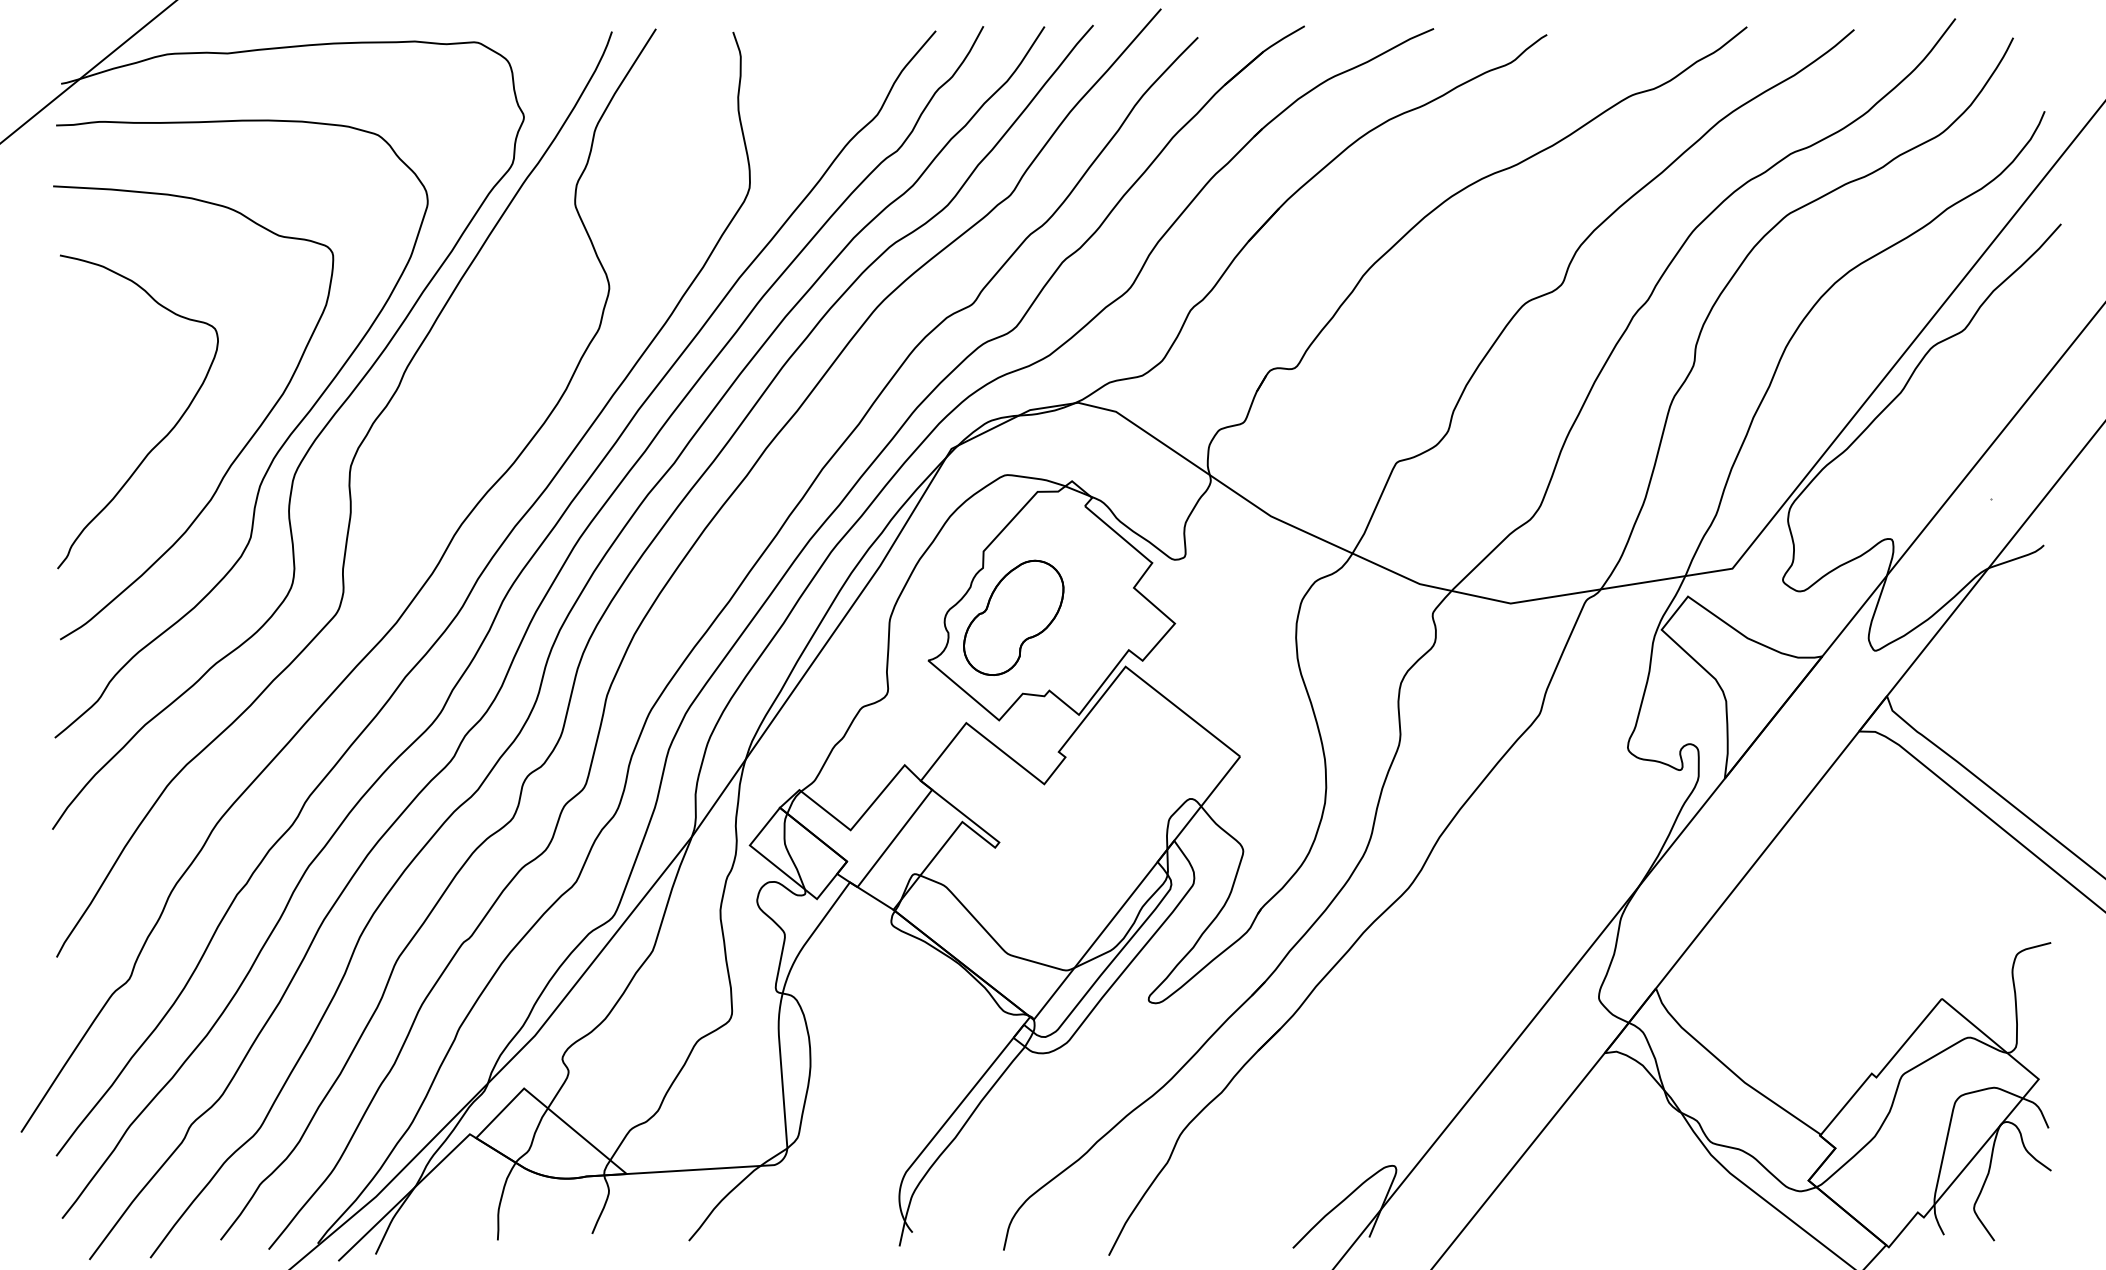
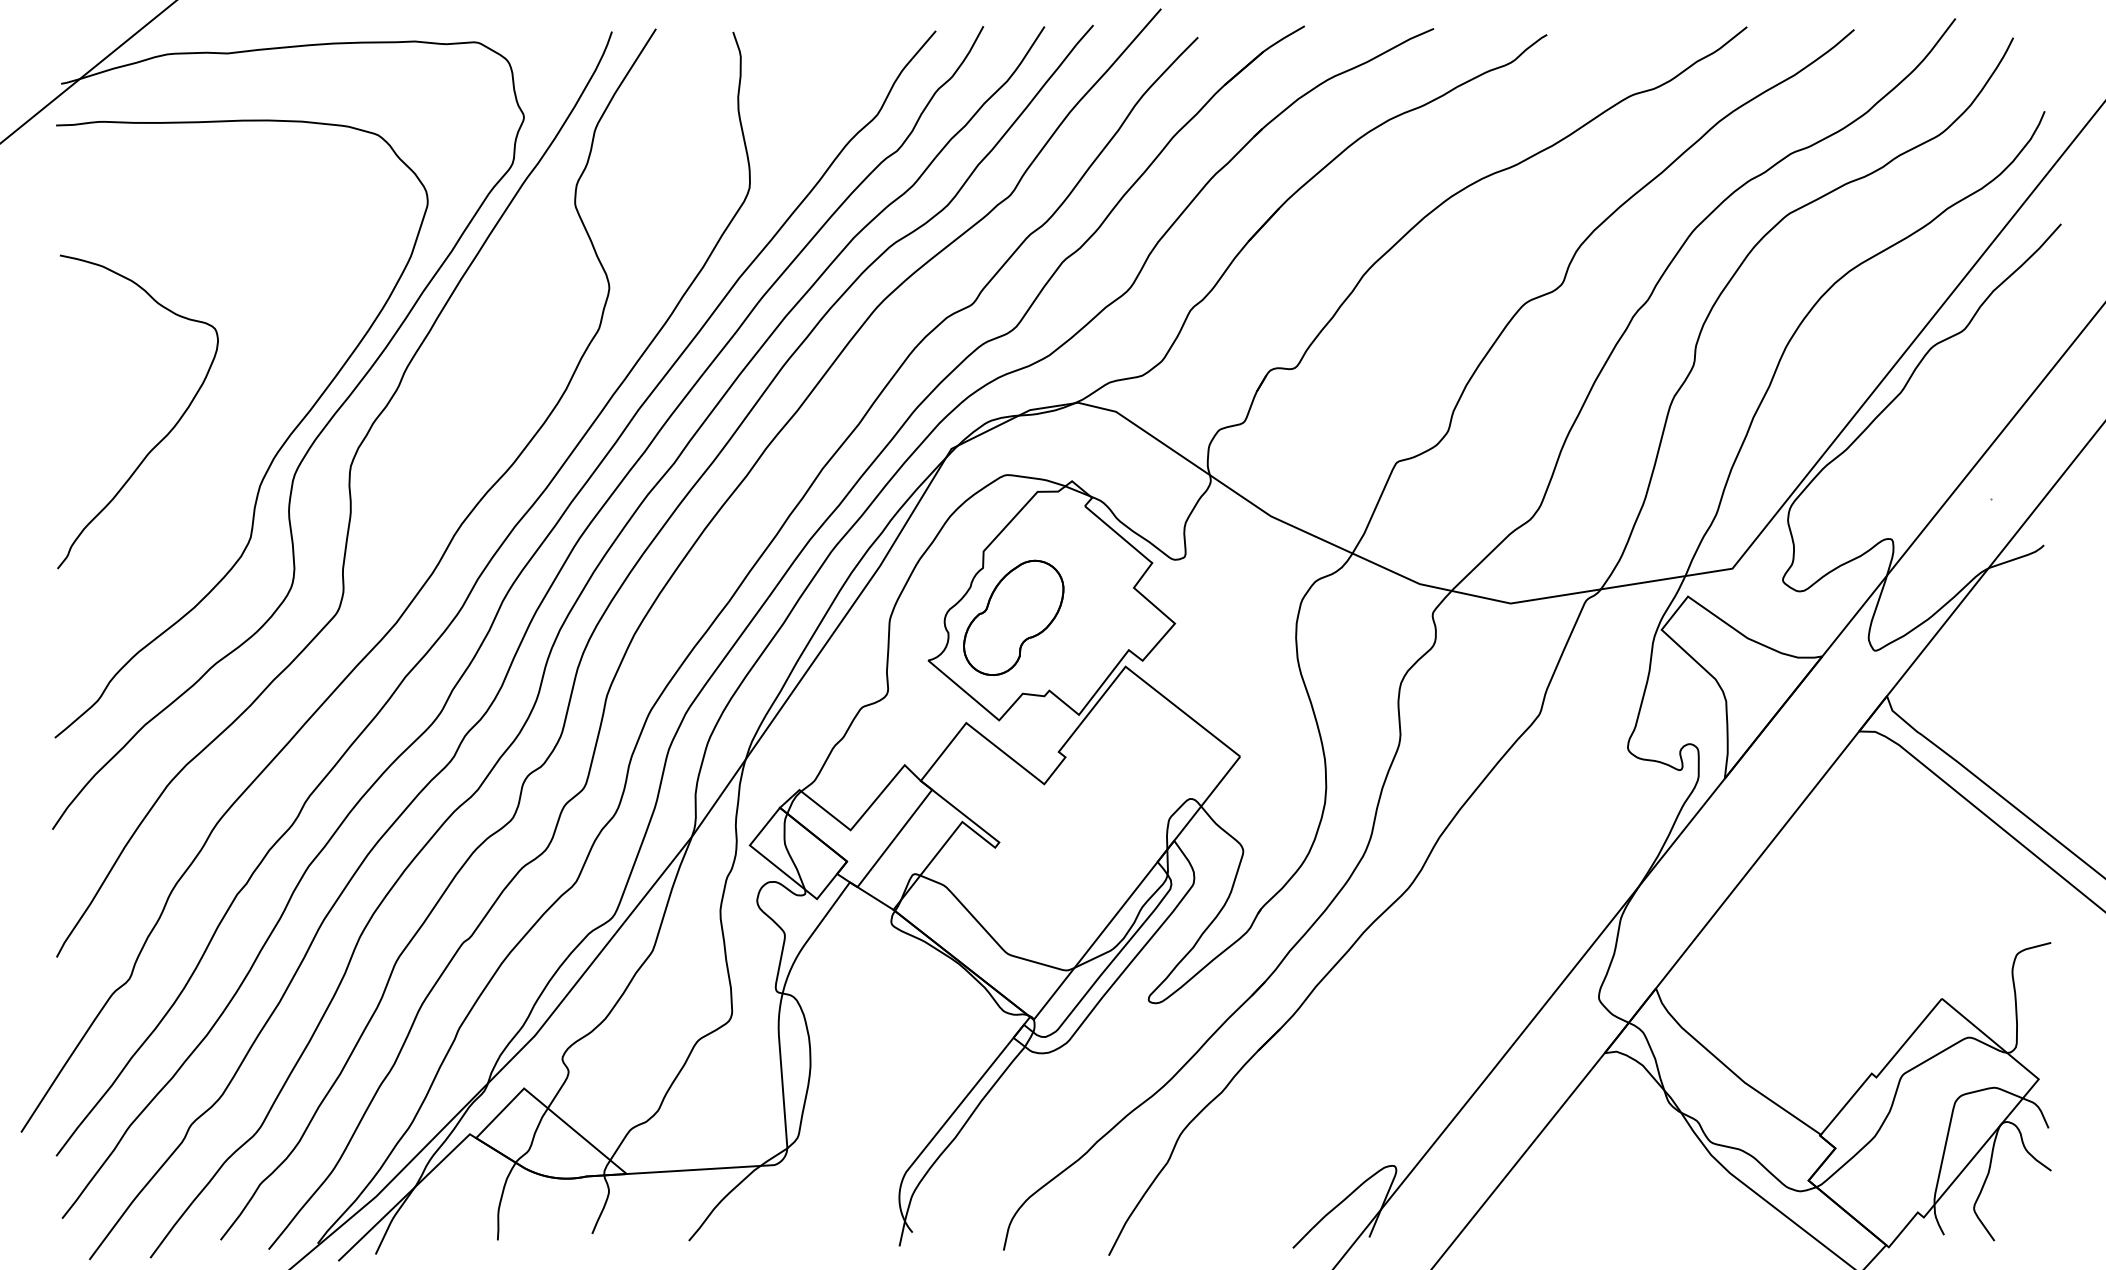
curve at (241, 449): present -> none
